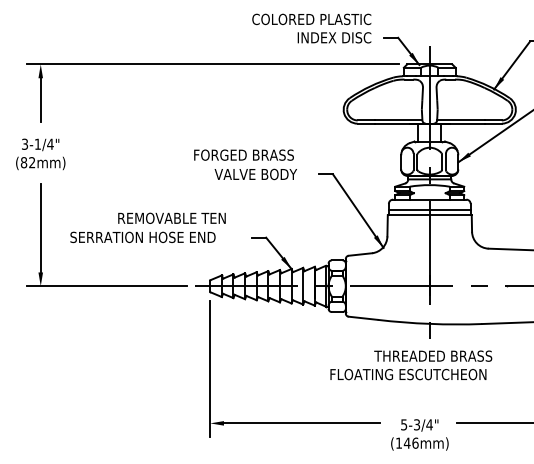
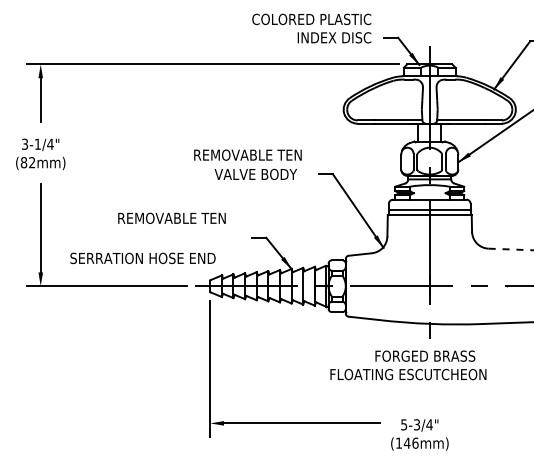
text at (248, 154): FORGED BRASS -> REMOVABLE TEN
text at (142, 237) position: (142, 237) -> (142, 258)
line at (511, 249): solid -> dashed
text at (433, 355): THREADED BRASS -> FORGED BRASS
line at (493, 423): present -> none
